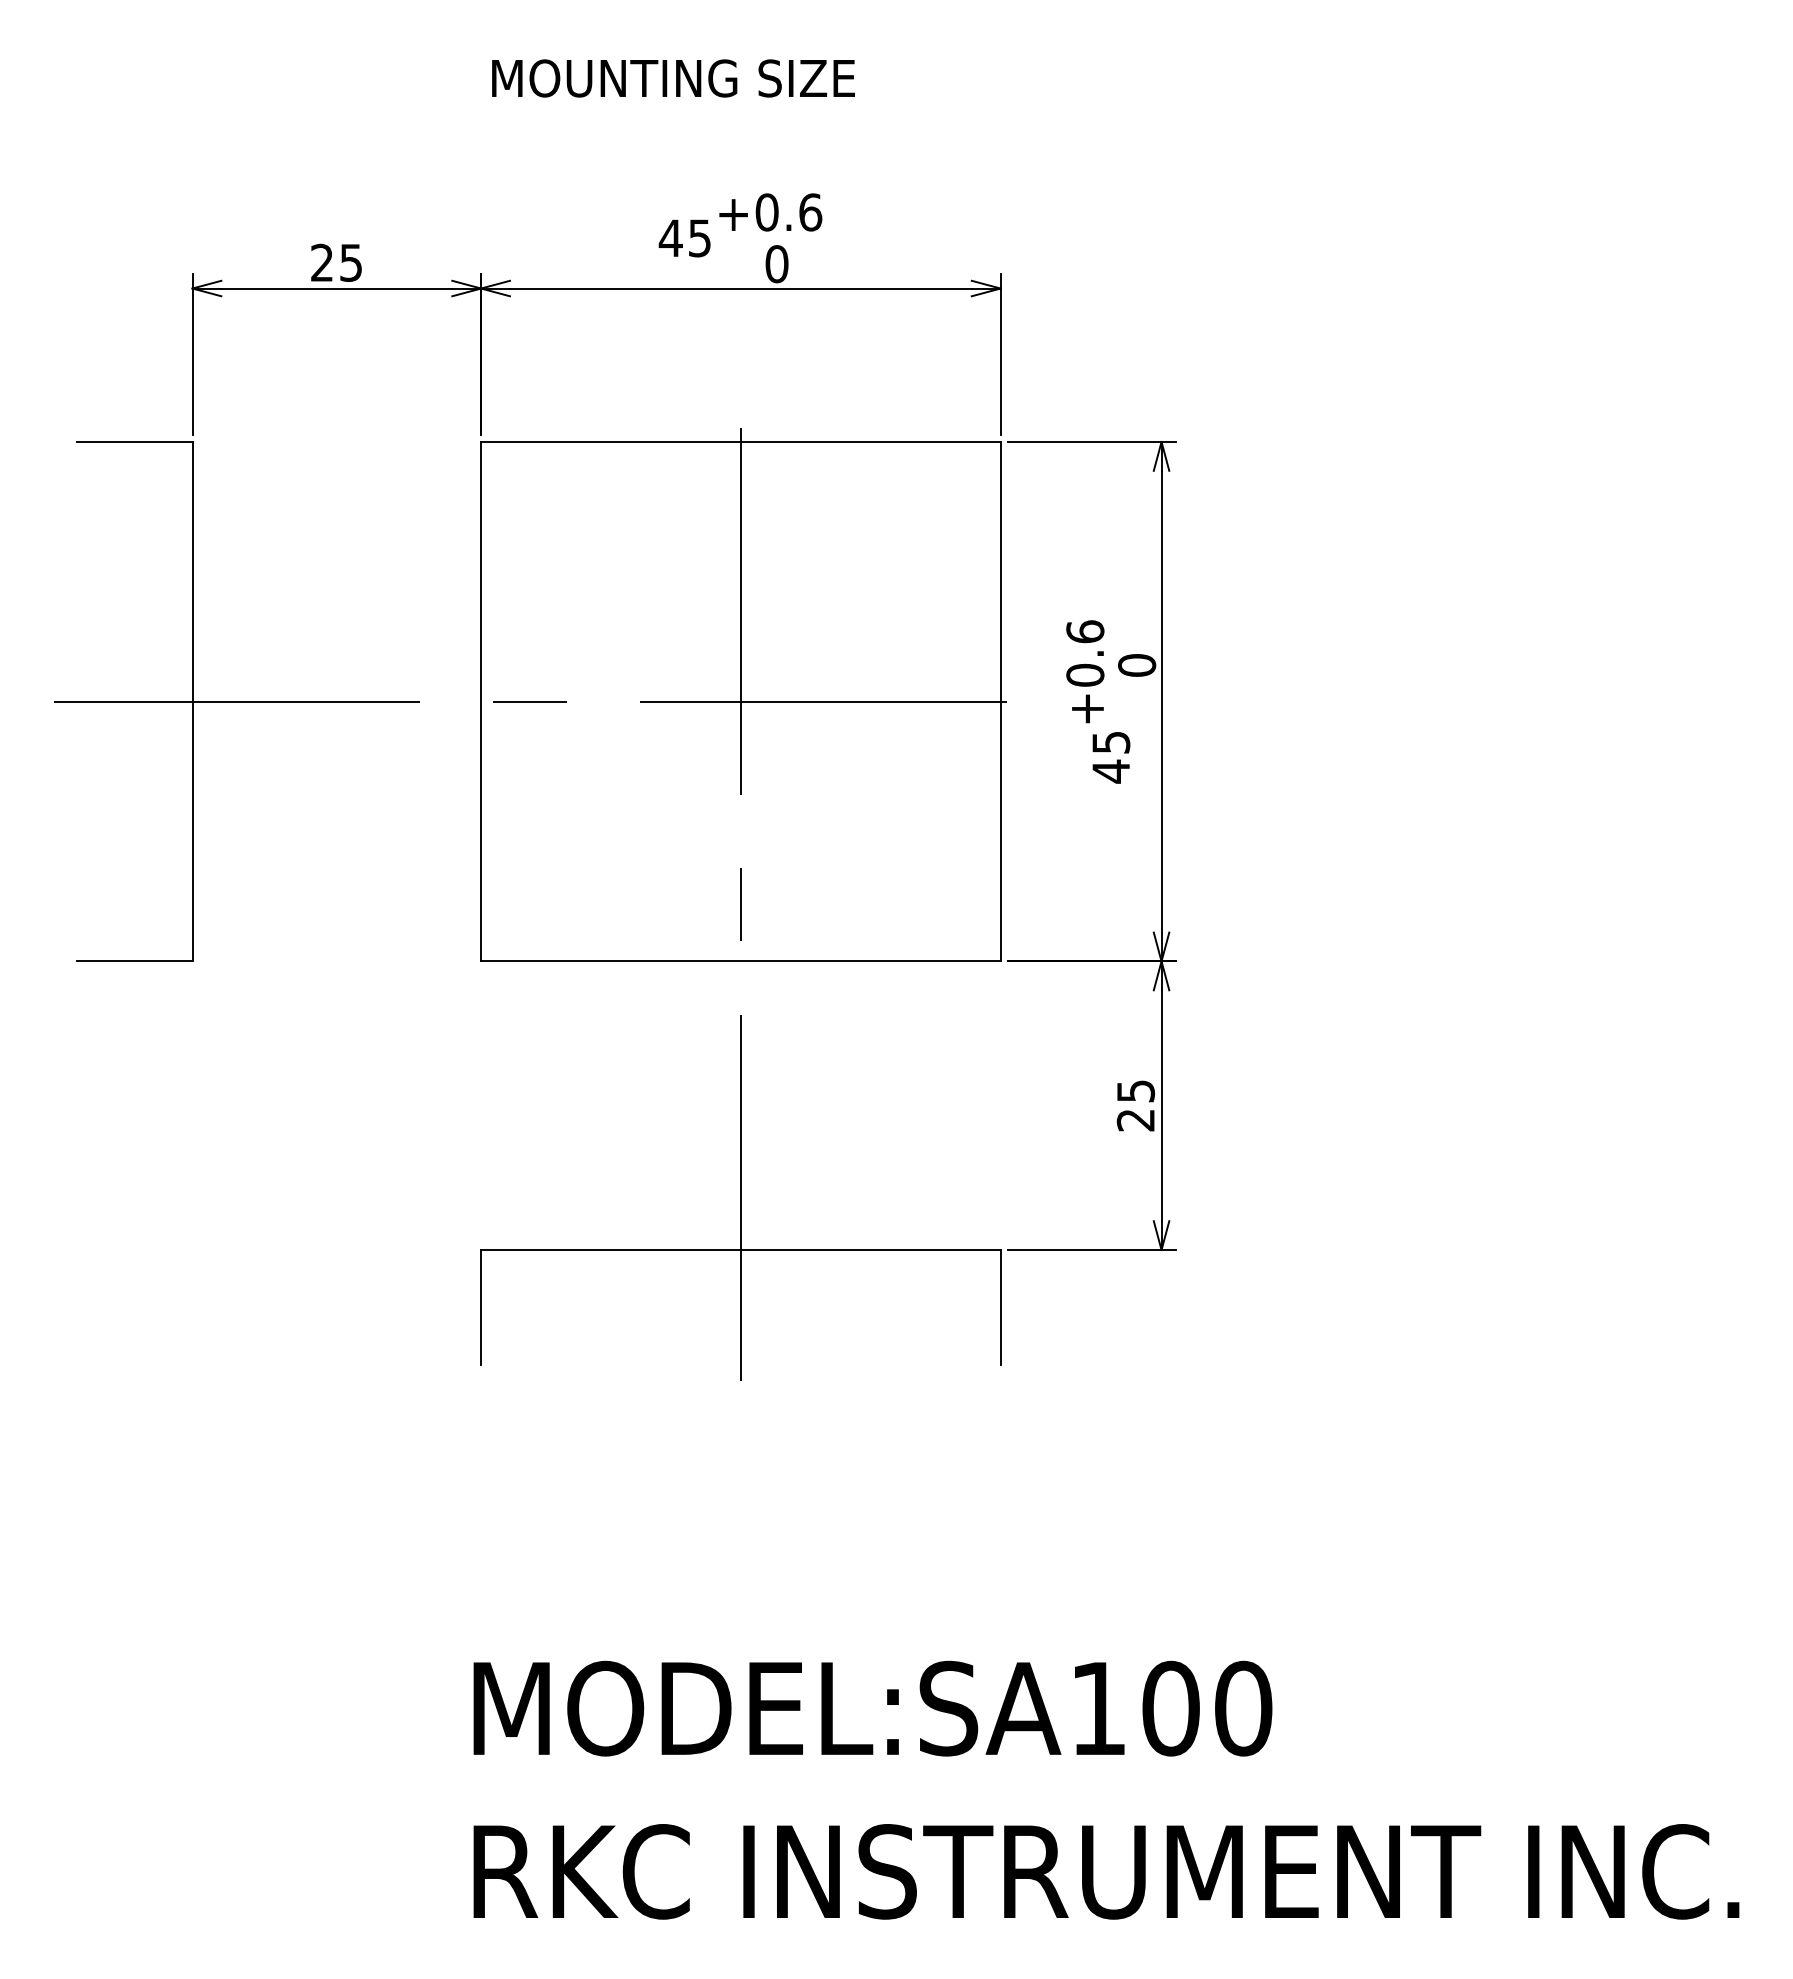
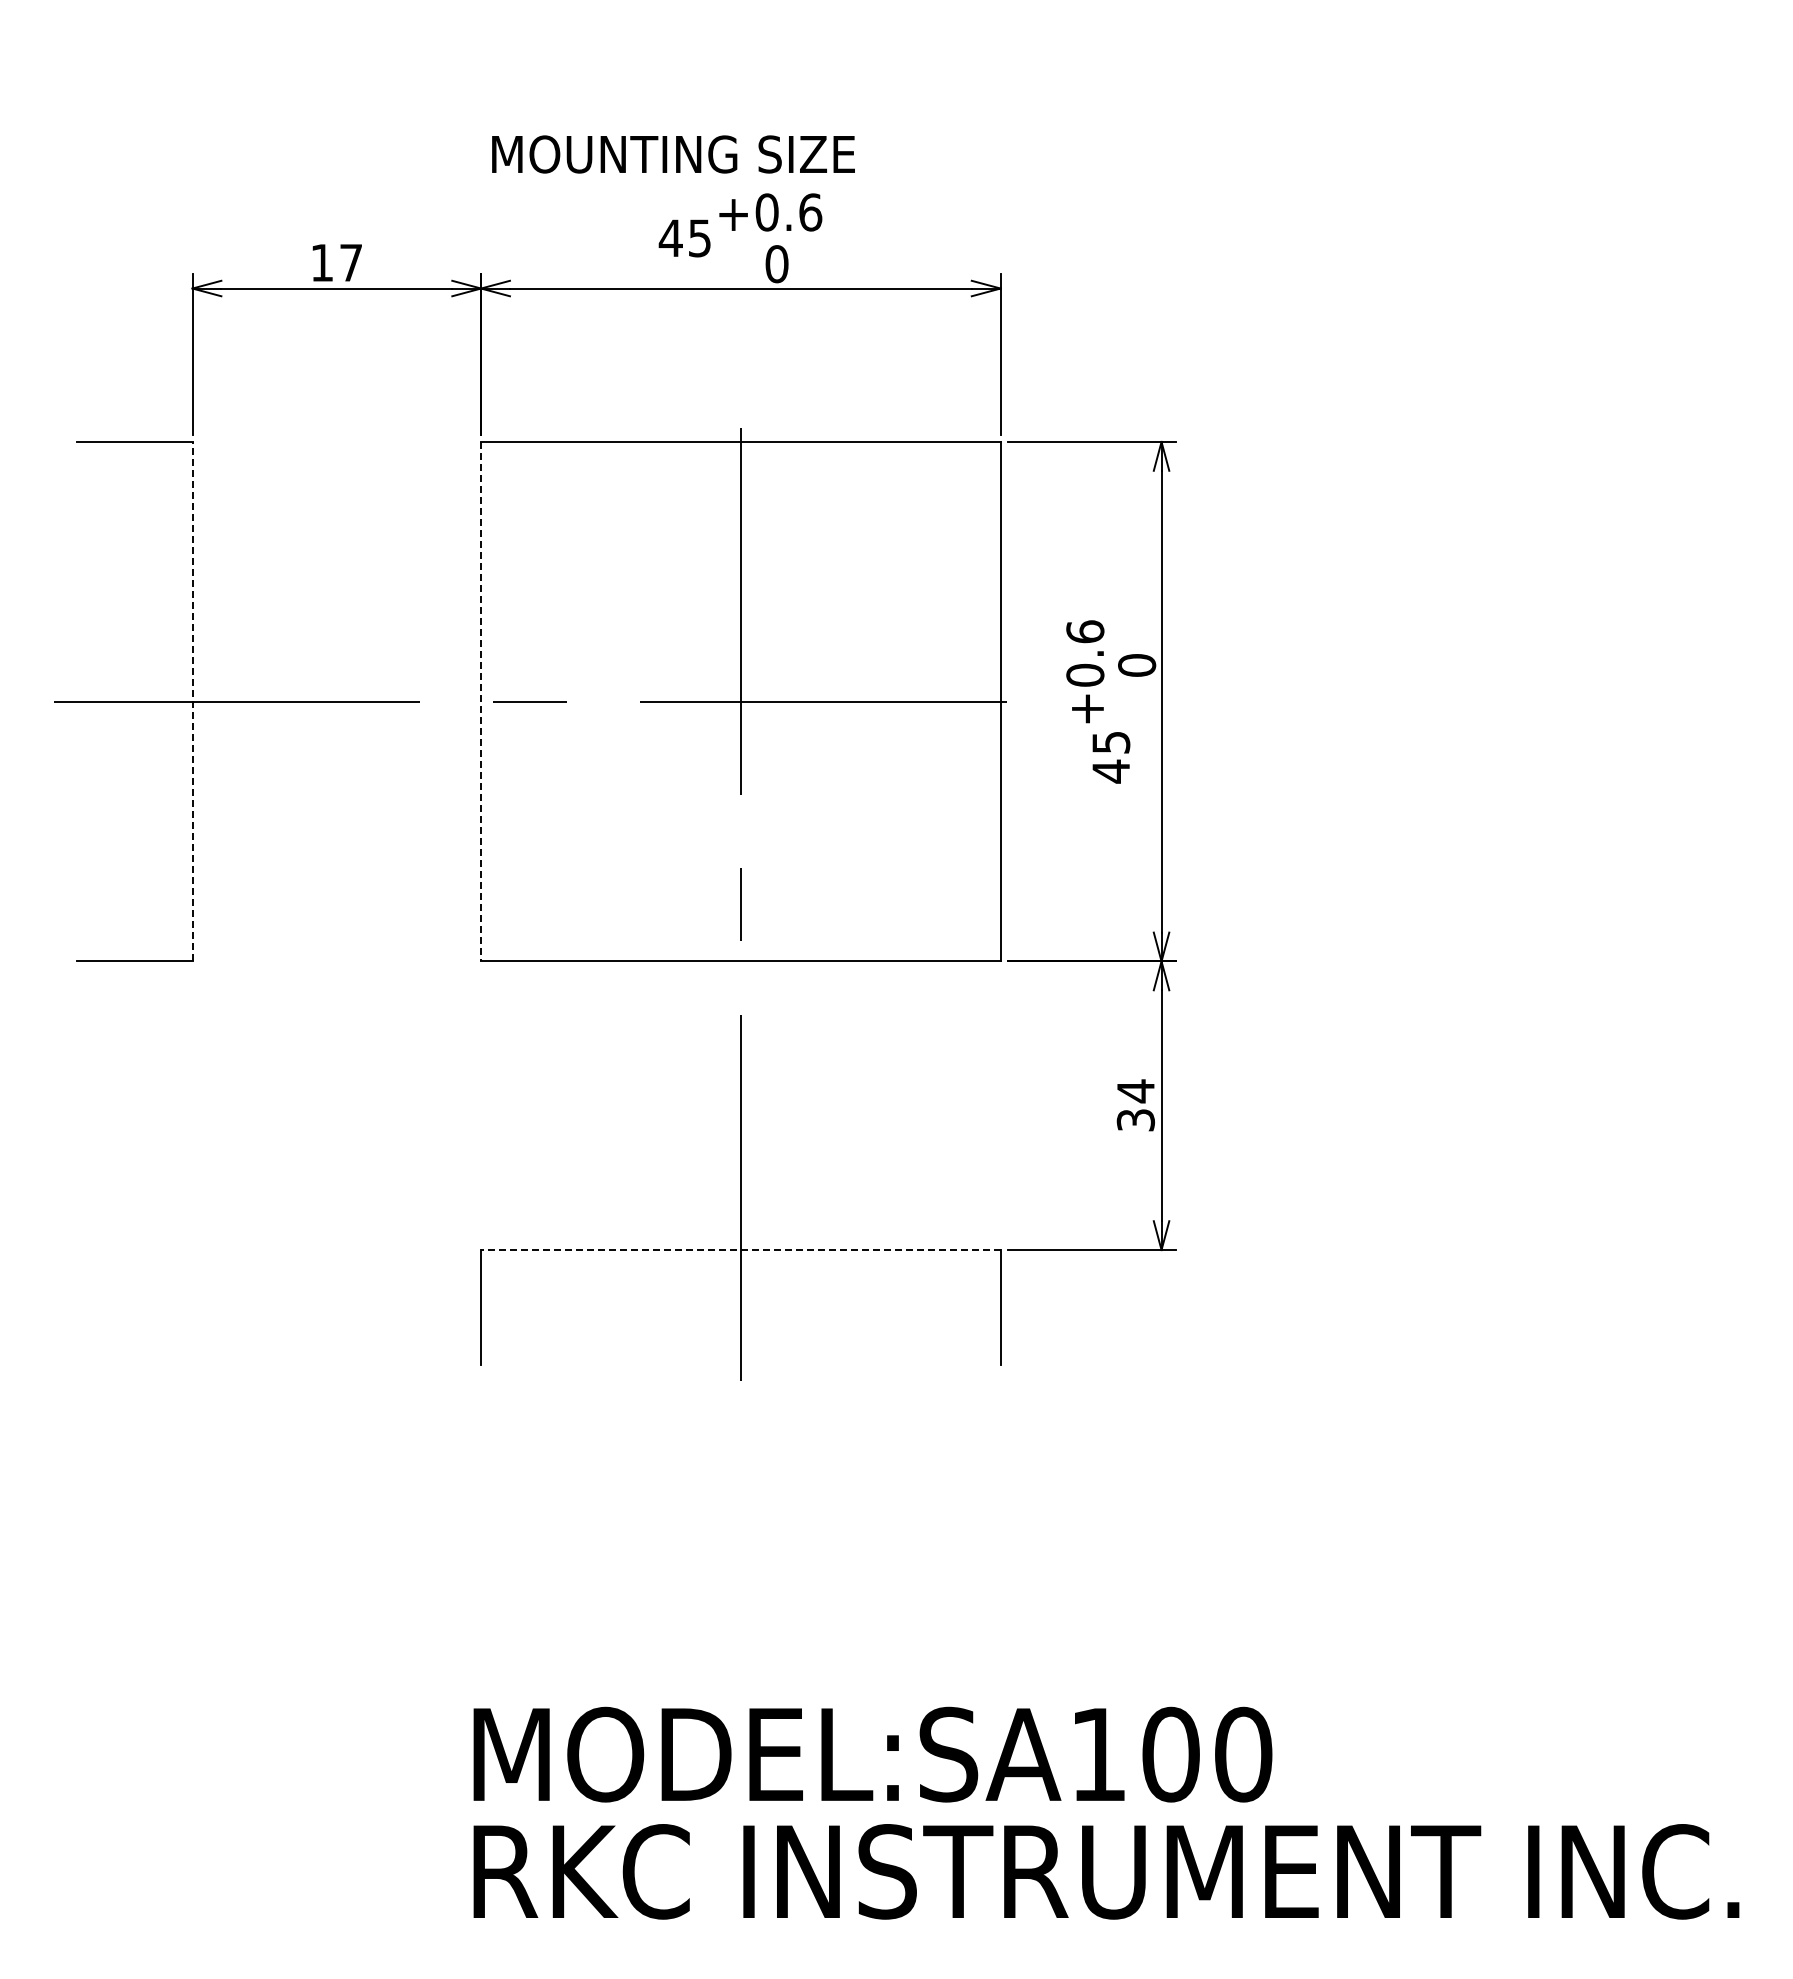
text at (673, 78) position: (673, 78) -> (673, 154)
text at (336, 262): 25 -> 17
line at (192, 701): solid -> dashed
line at (481, 701): solid -> dashed
text at (1136, 1105): 25 -> 34
line at (740, 1250): solid -> dashed
text at (872, 1708) position: (872, 1708) -> (872, 1754)
